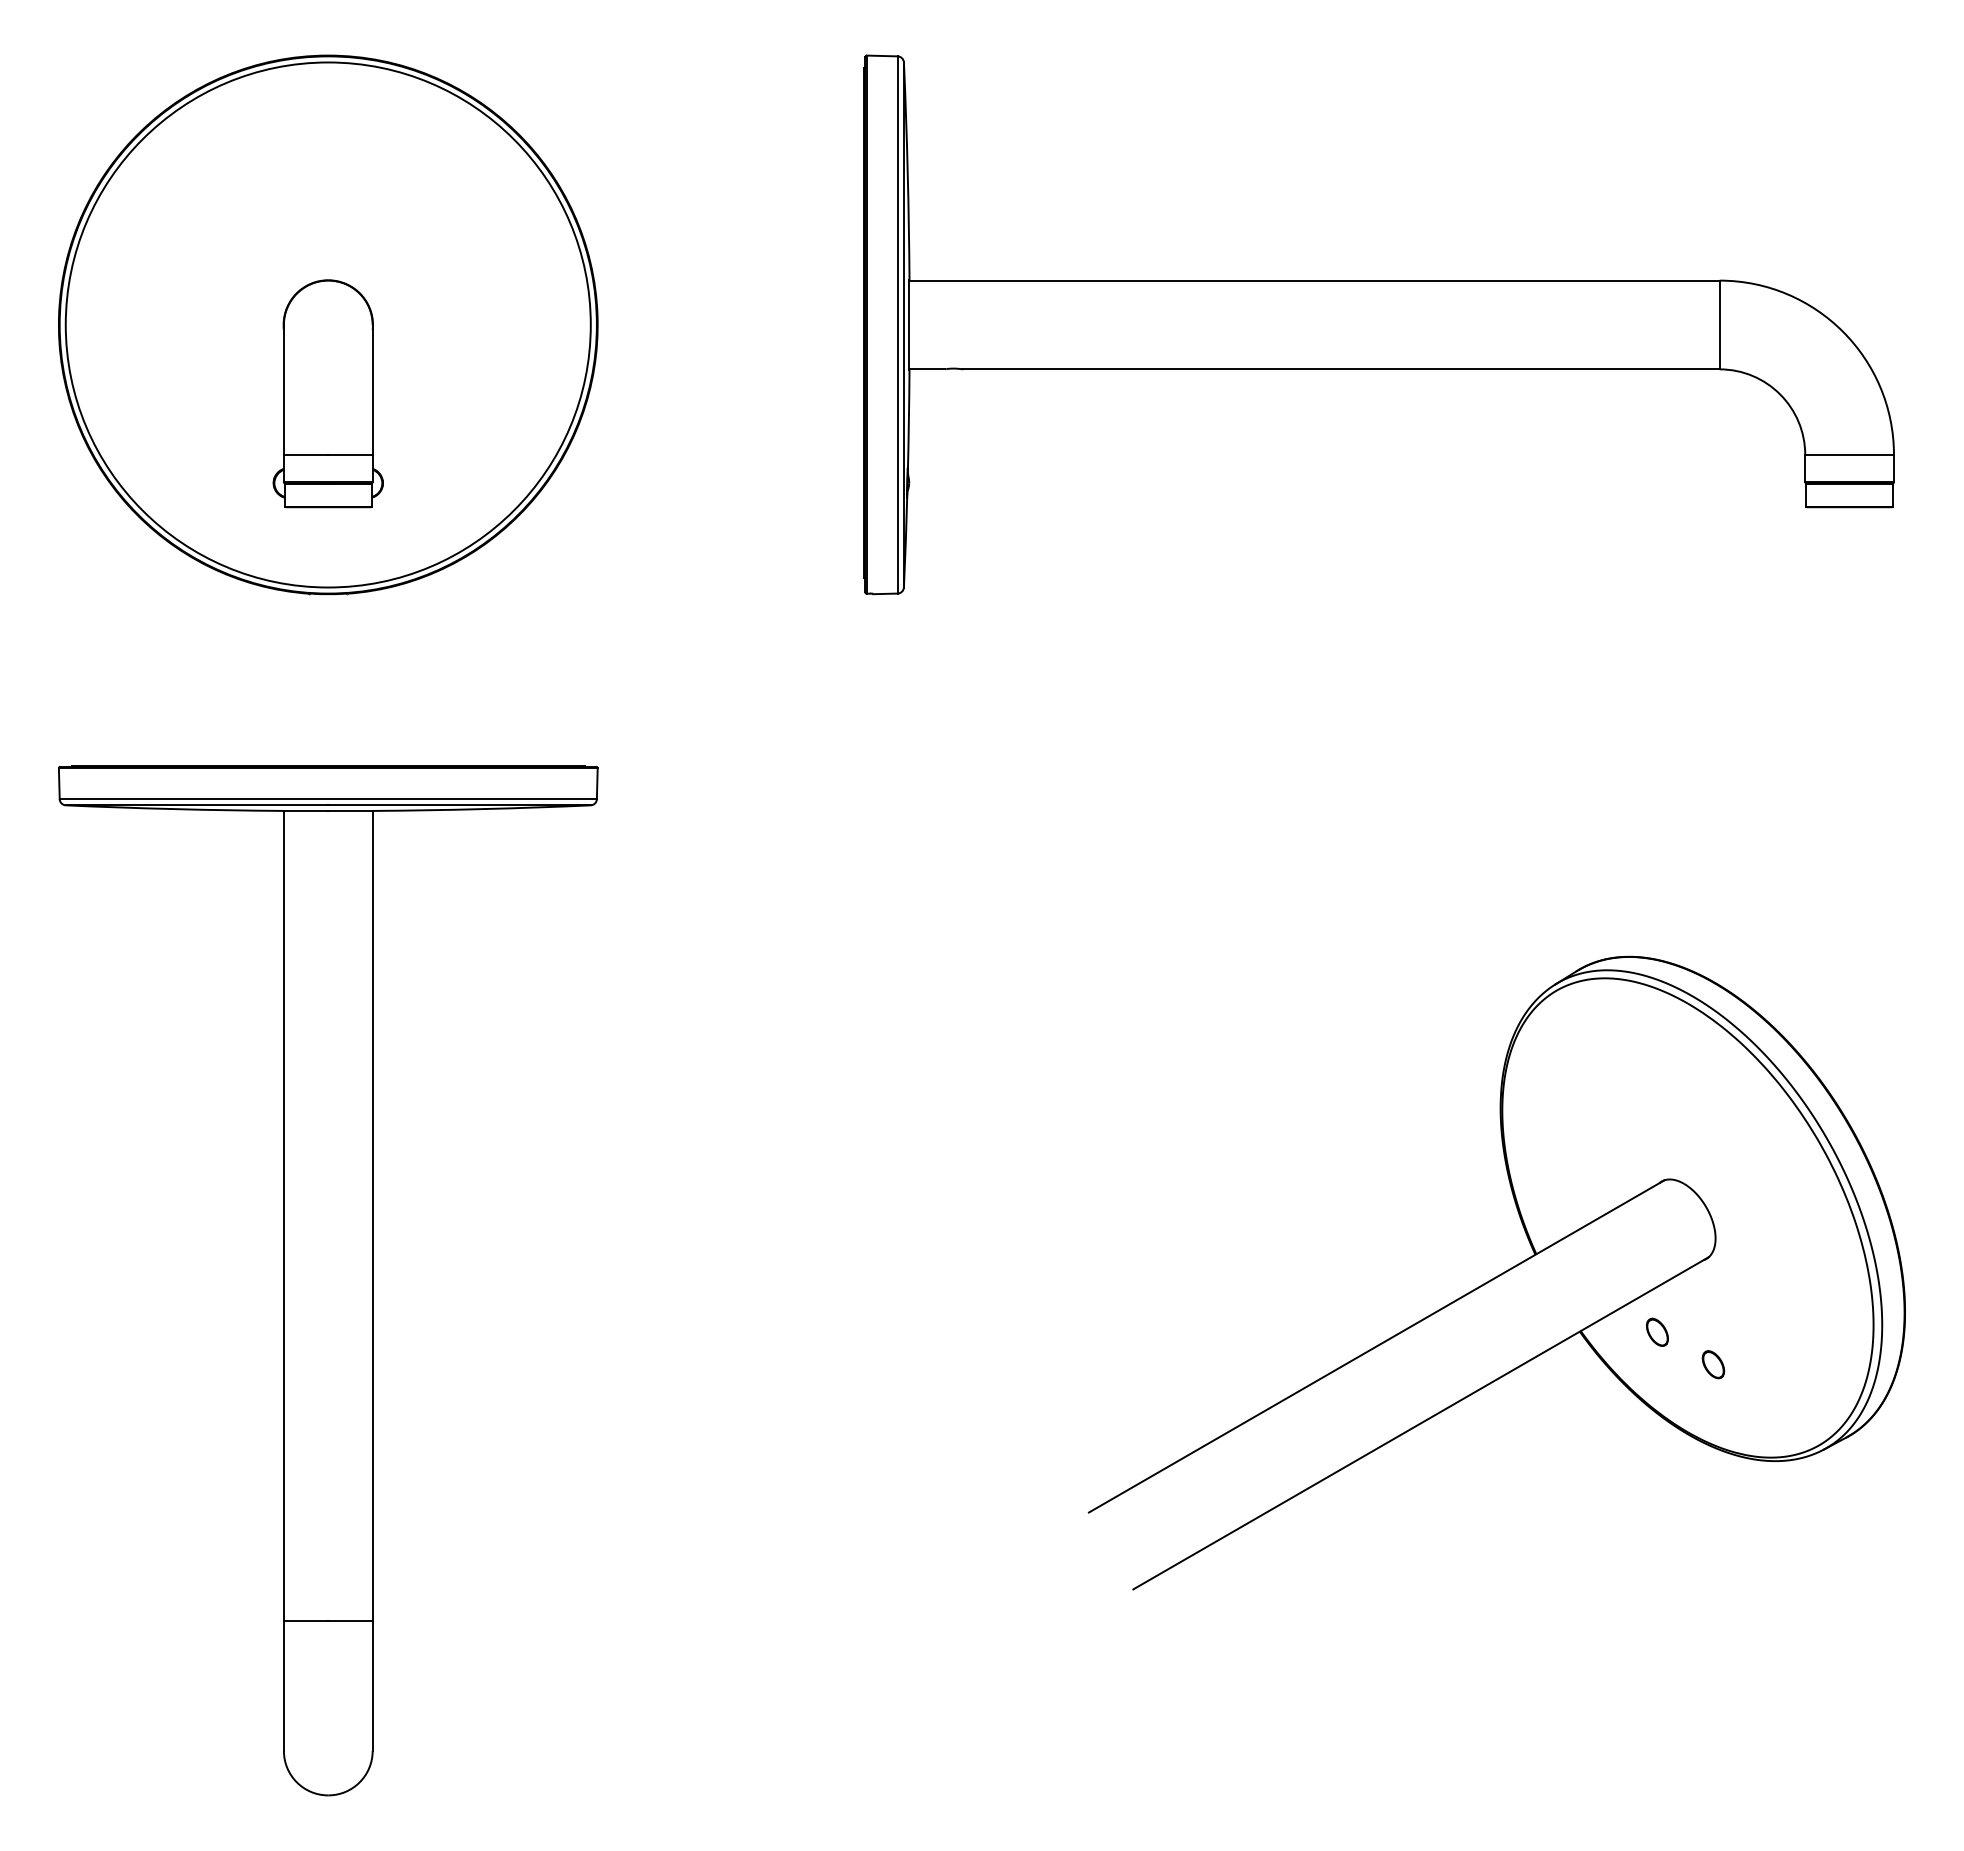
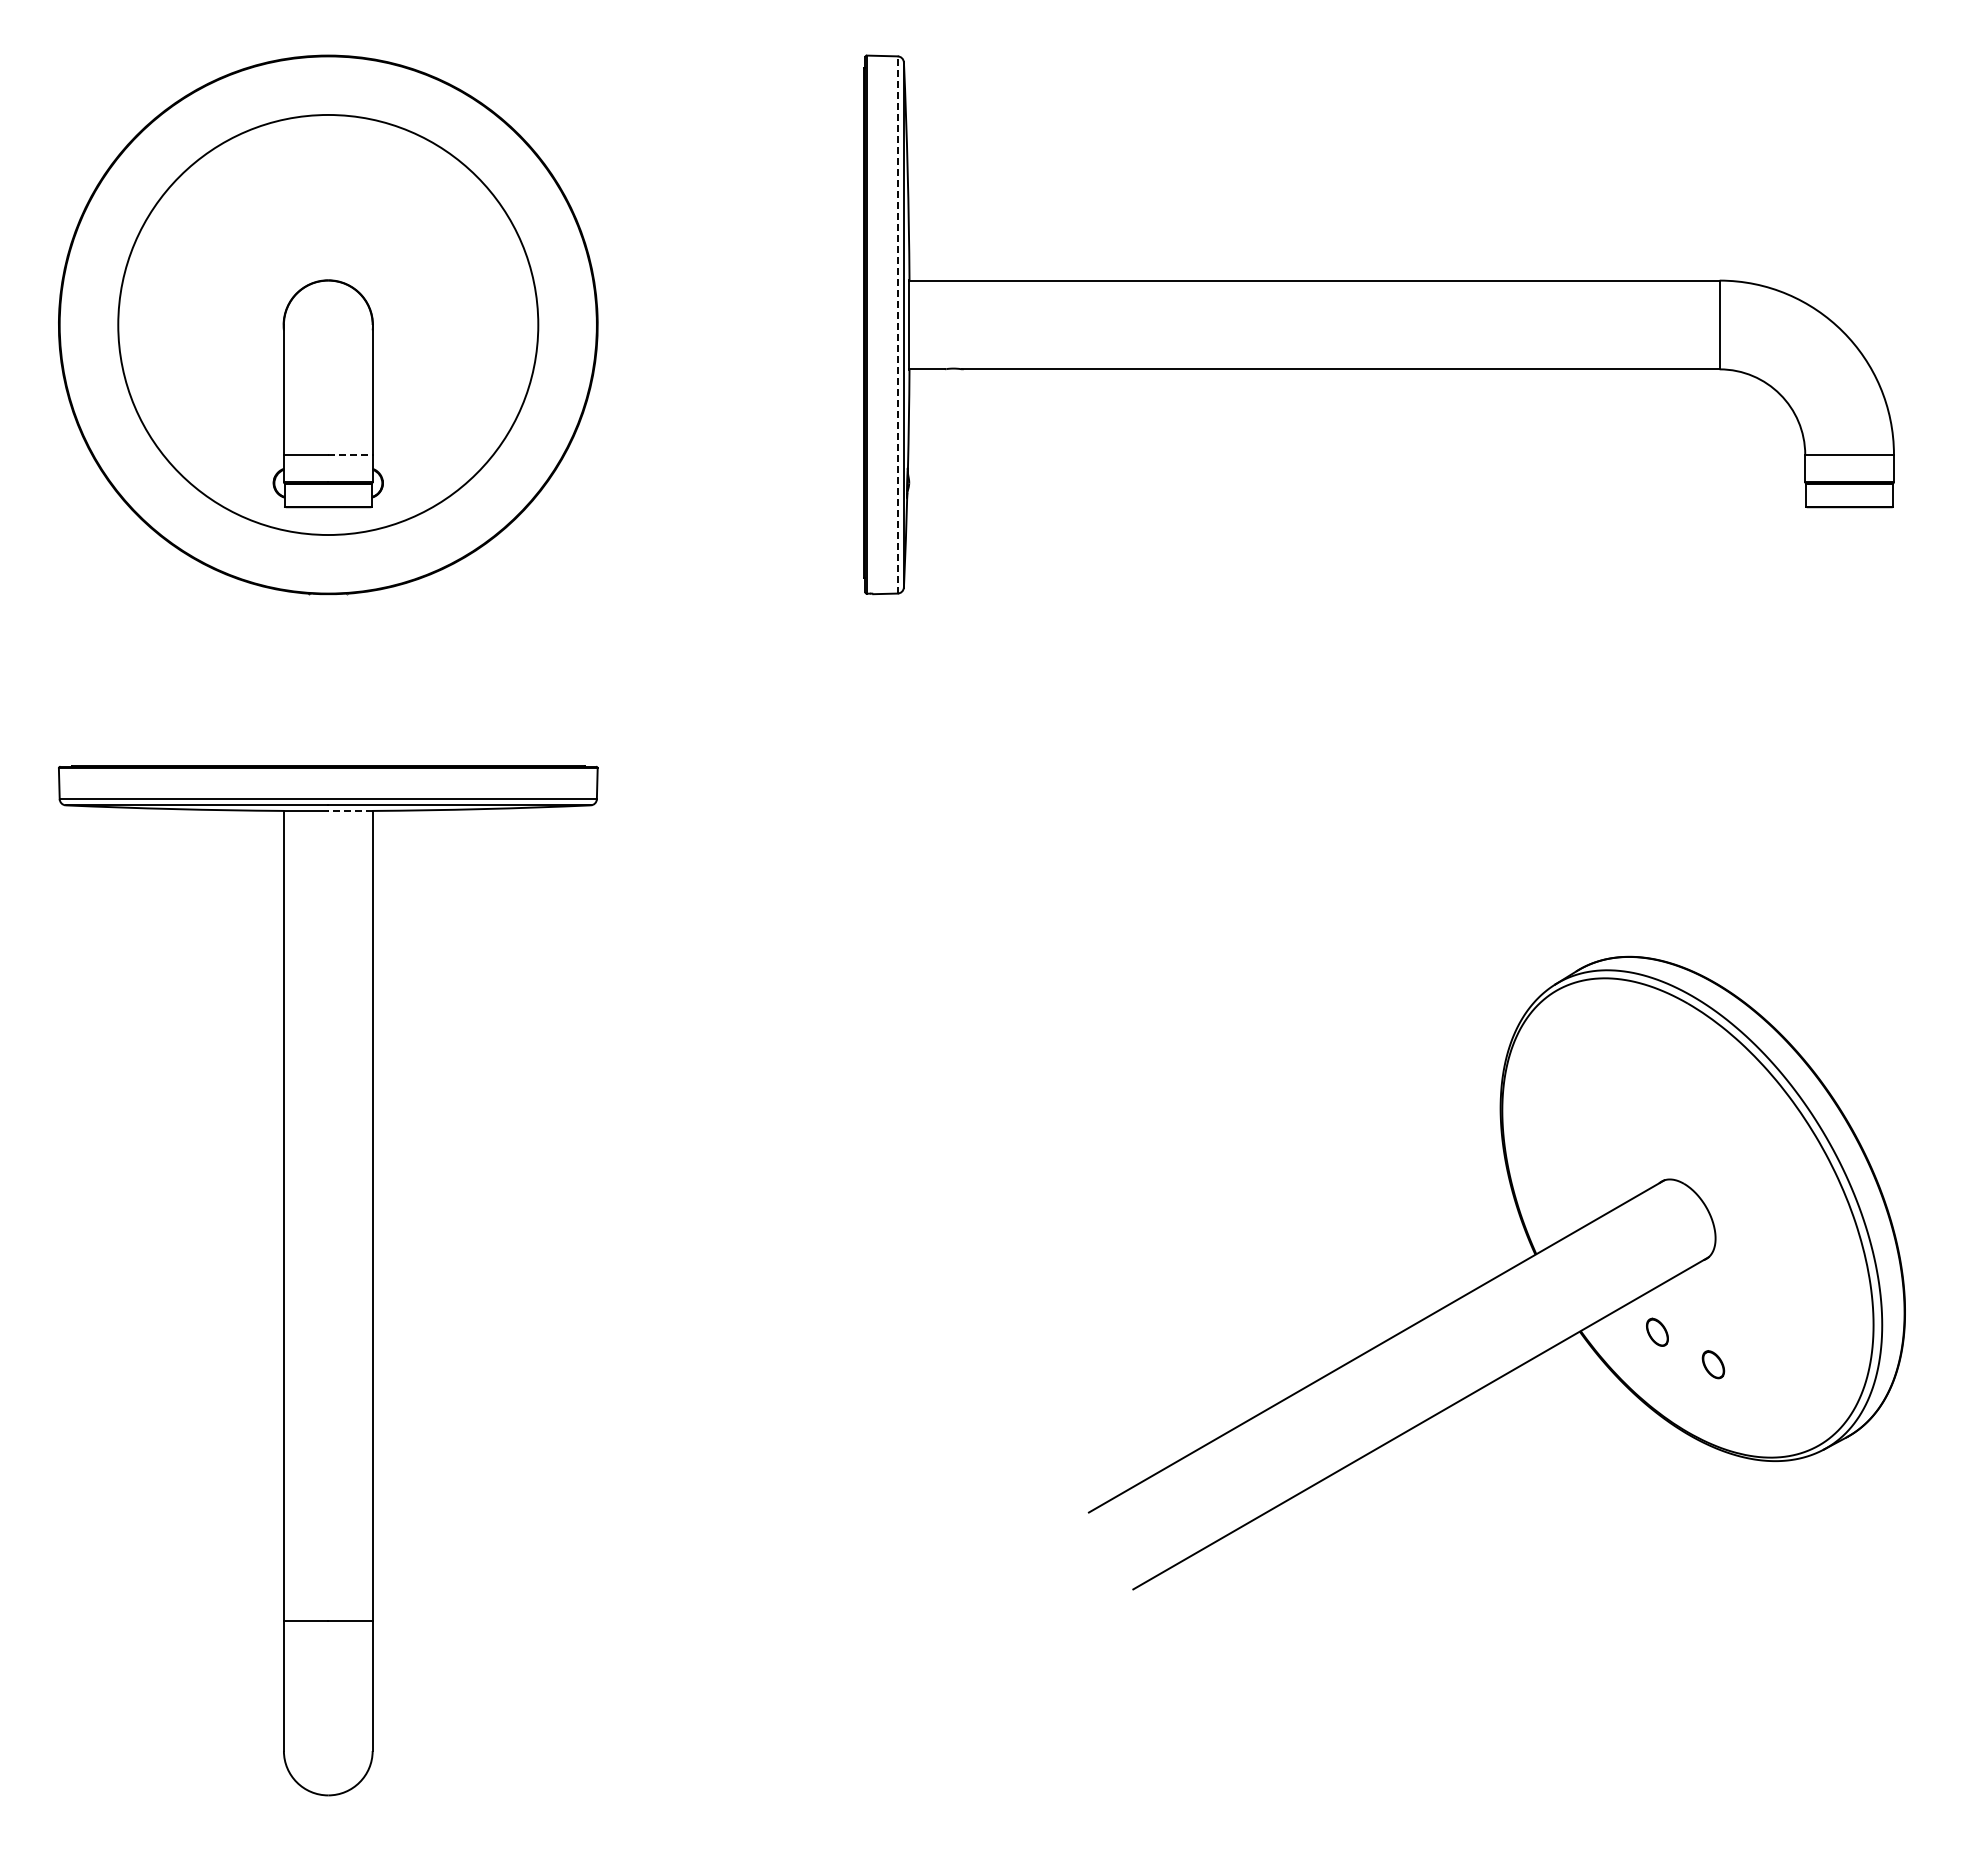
circle at (327, 324) diameter: 525 px -> 420 px
line at (897, 324): solid -> dashed
line at (350, 454): solid -> dashed
line at (350, 810): solid -> dashed
